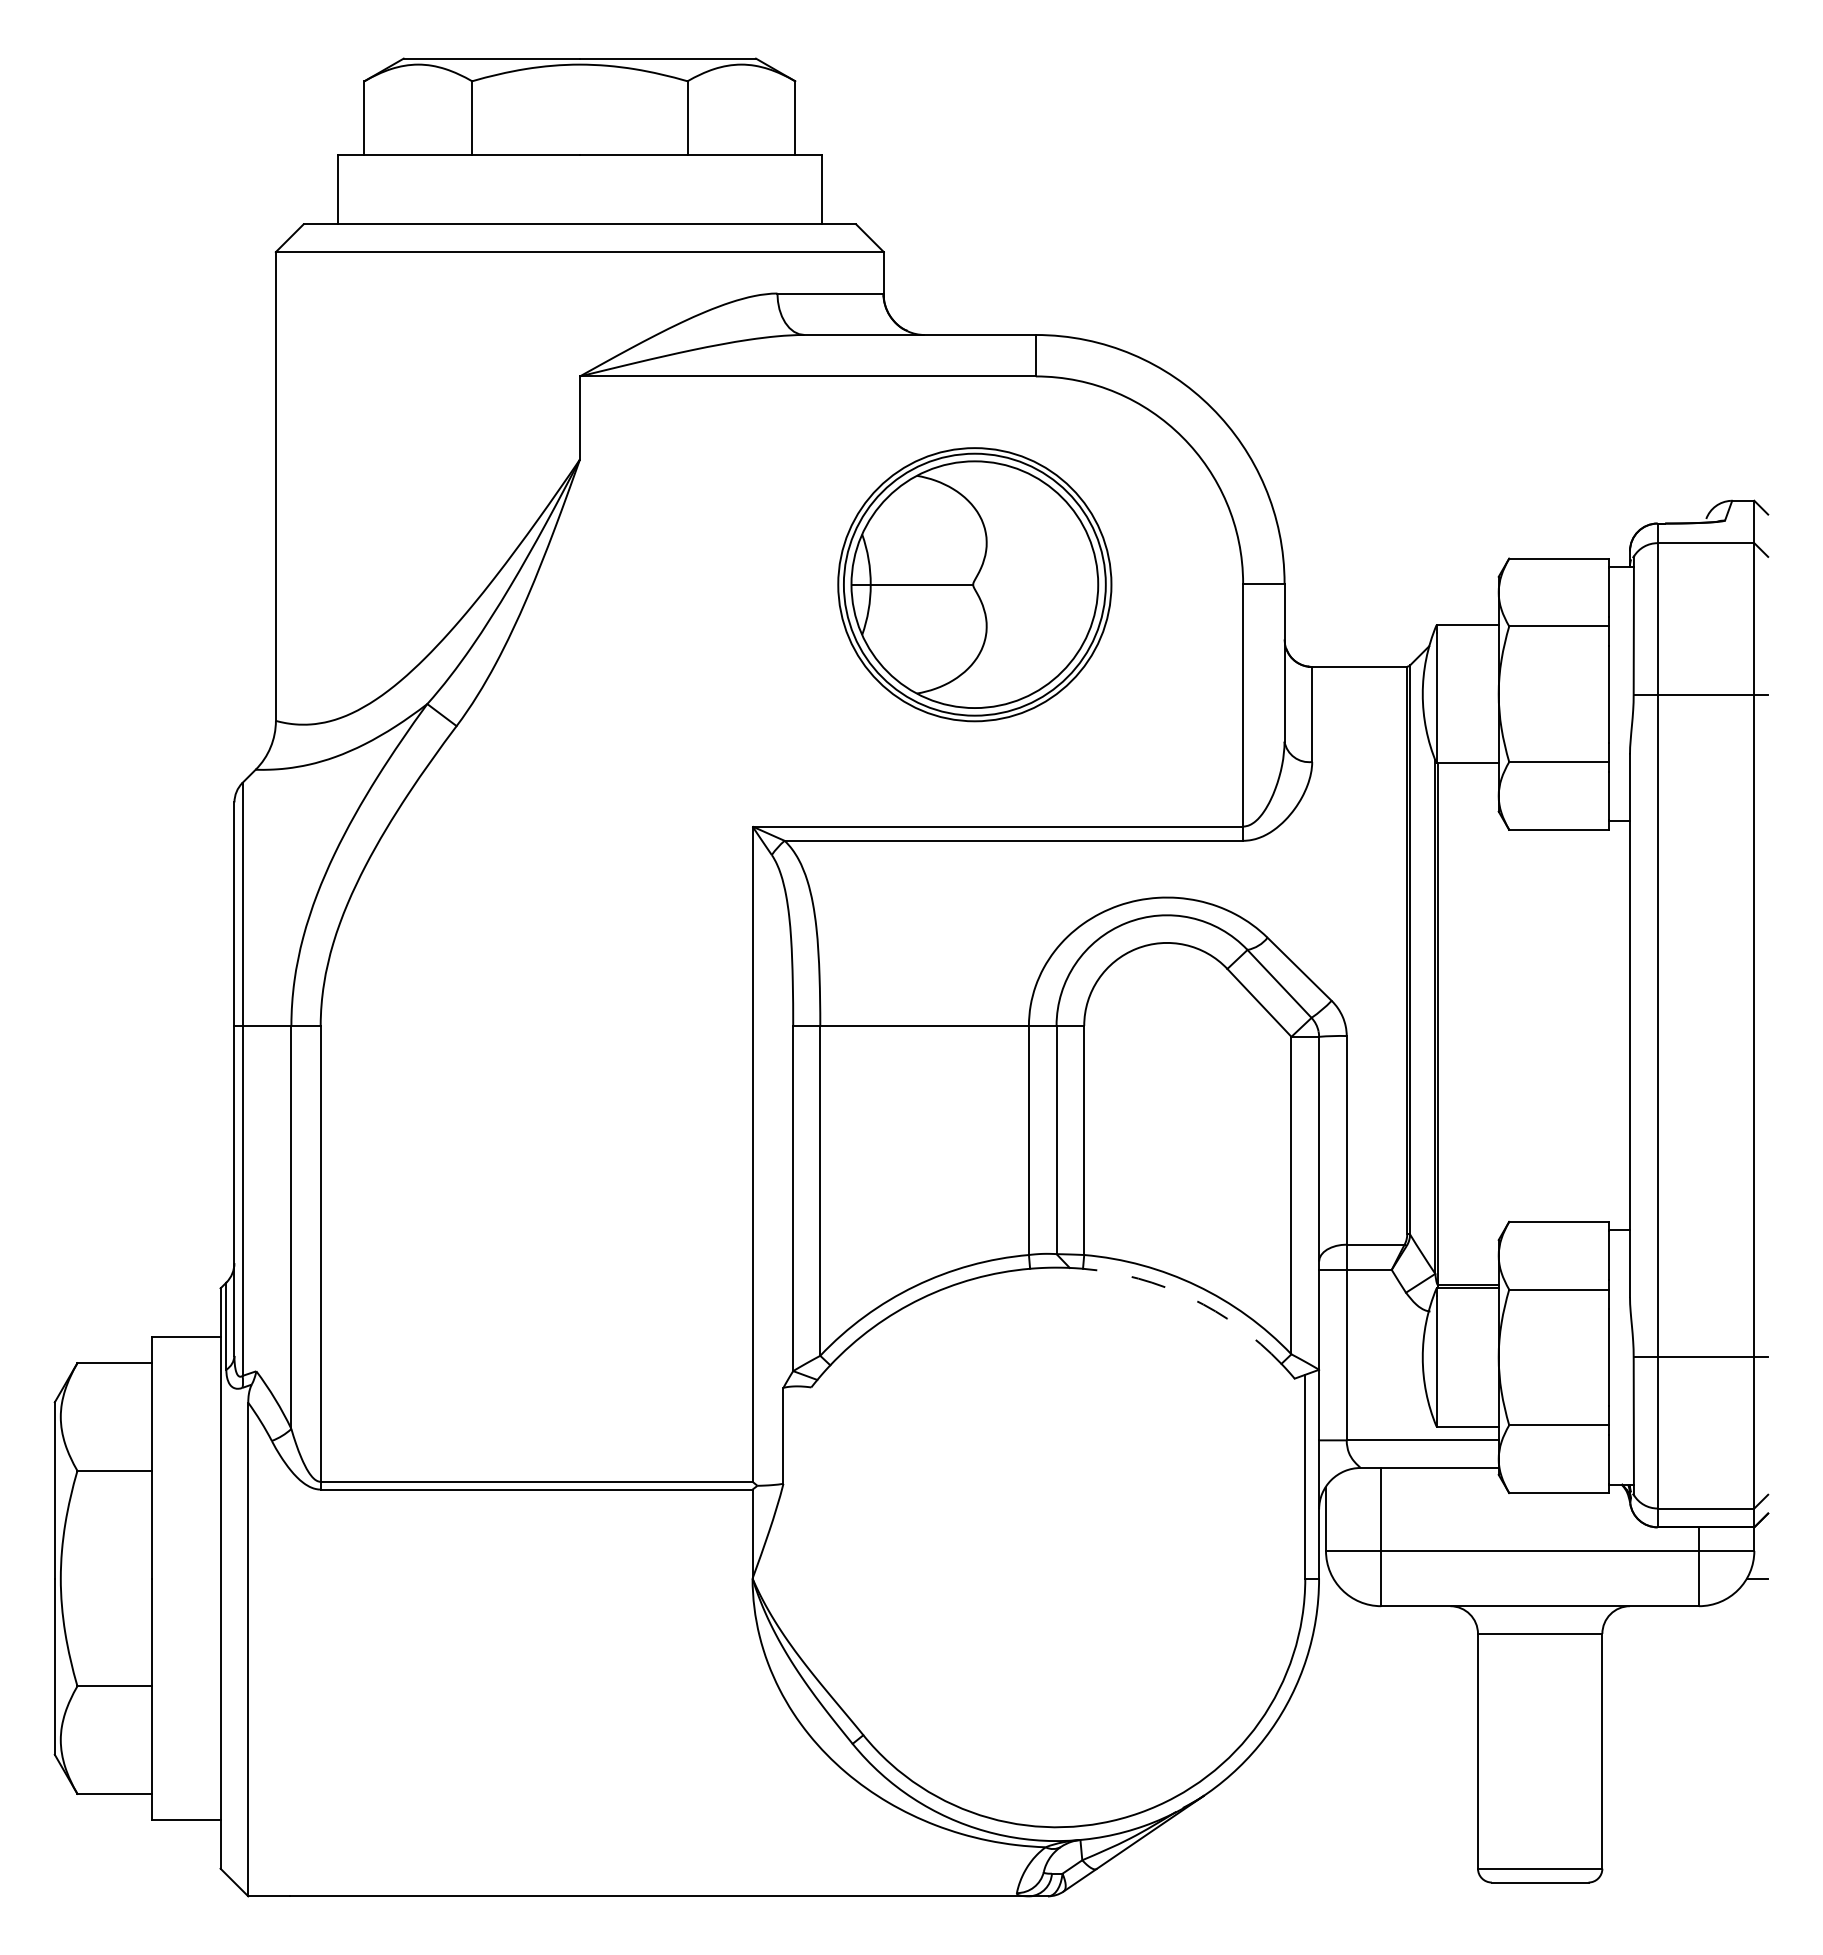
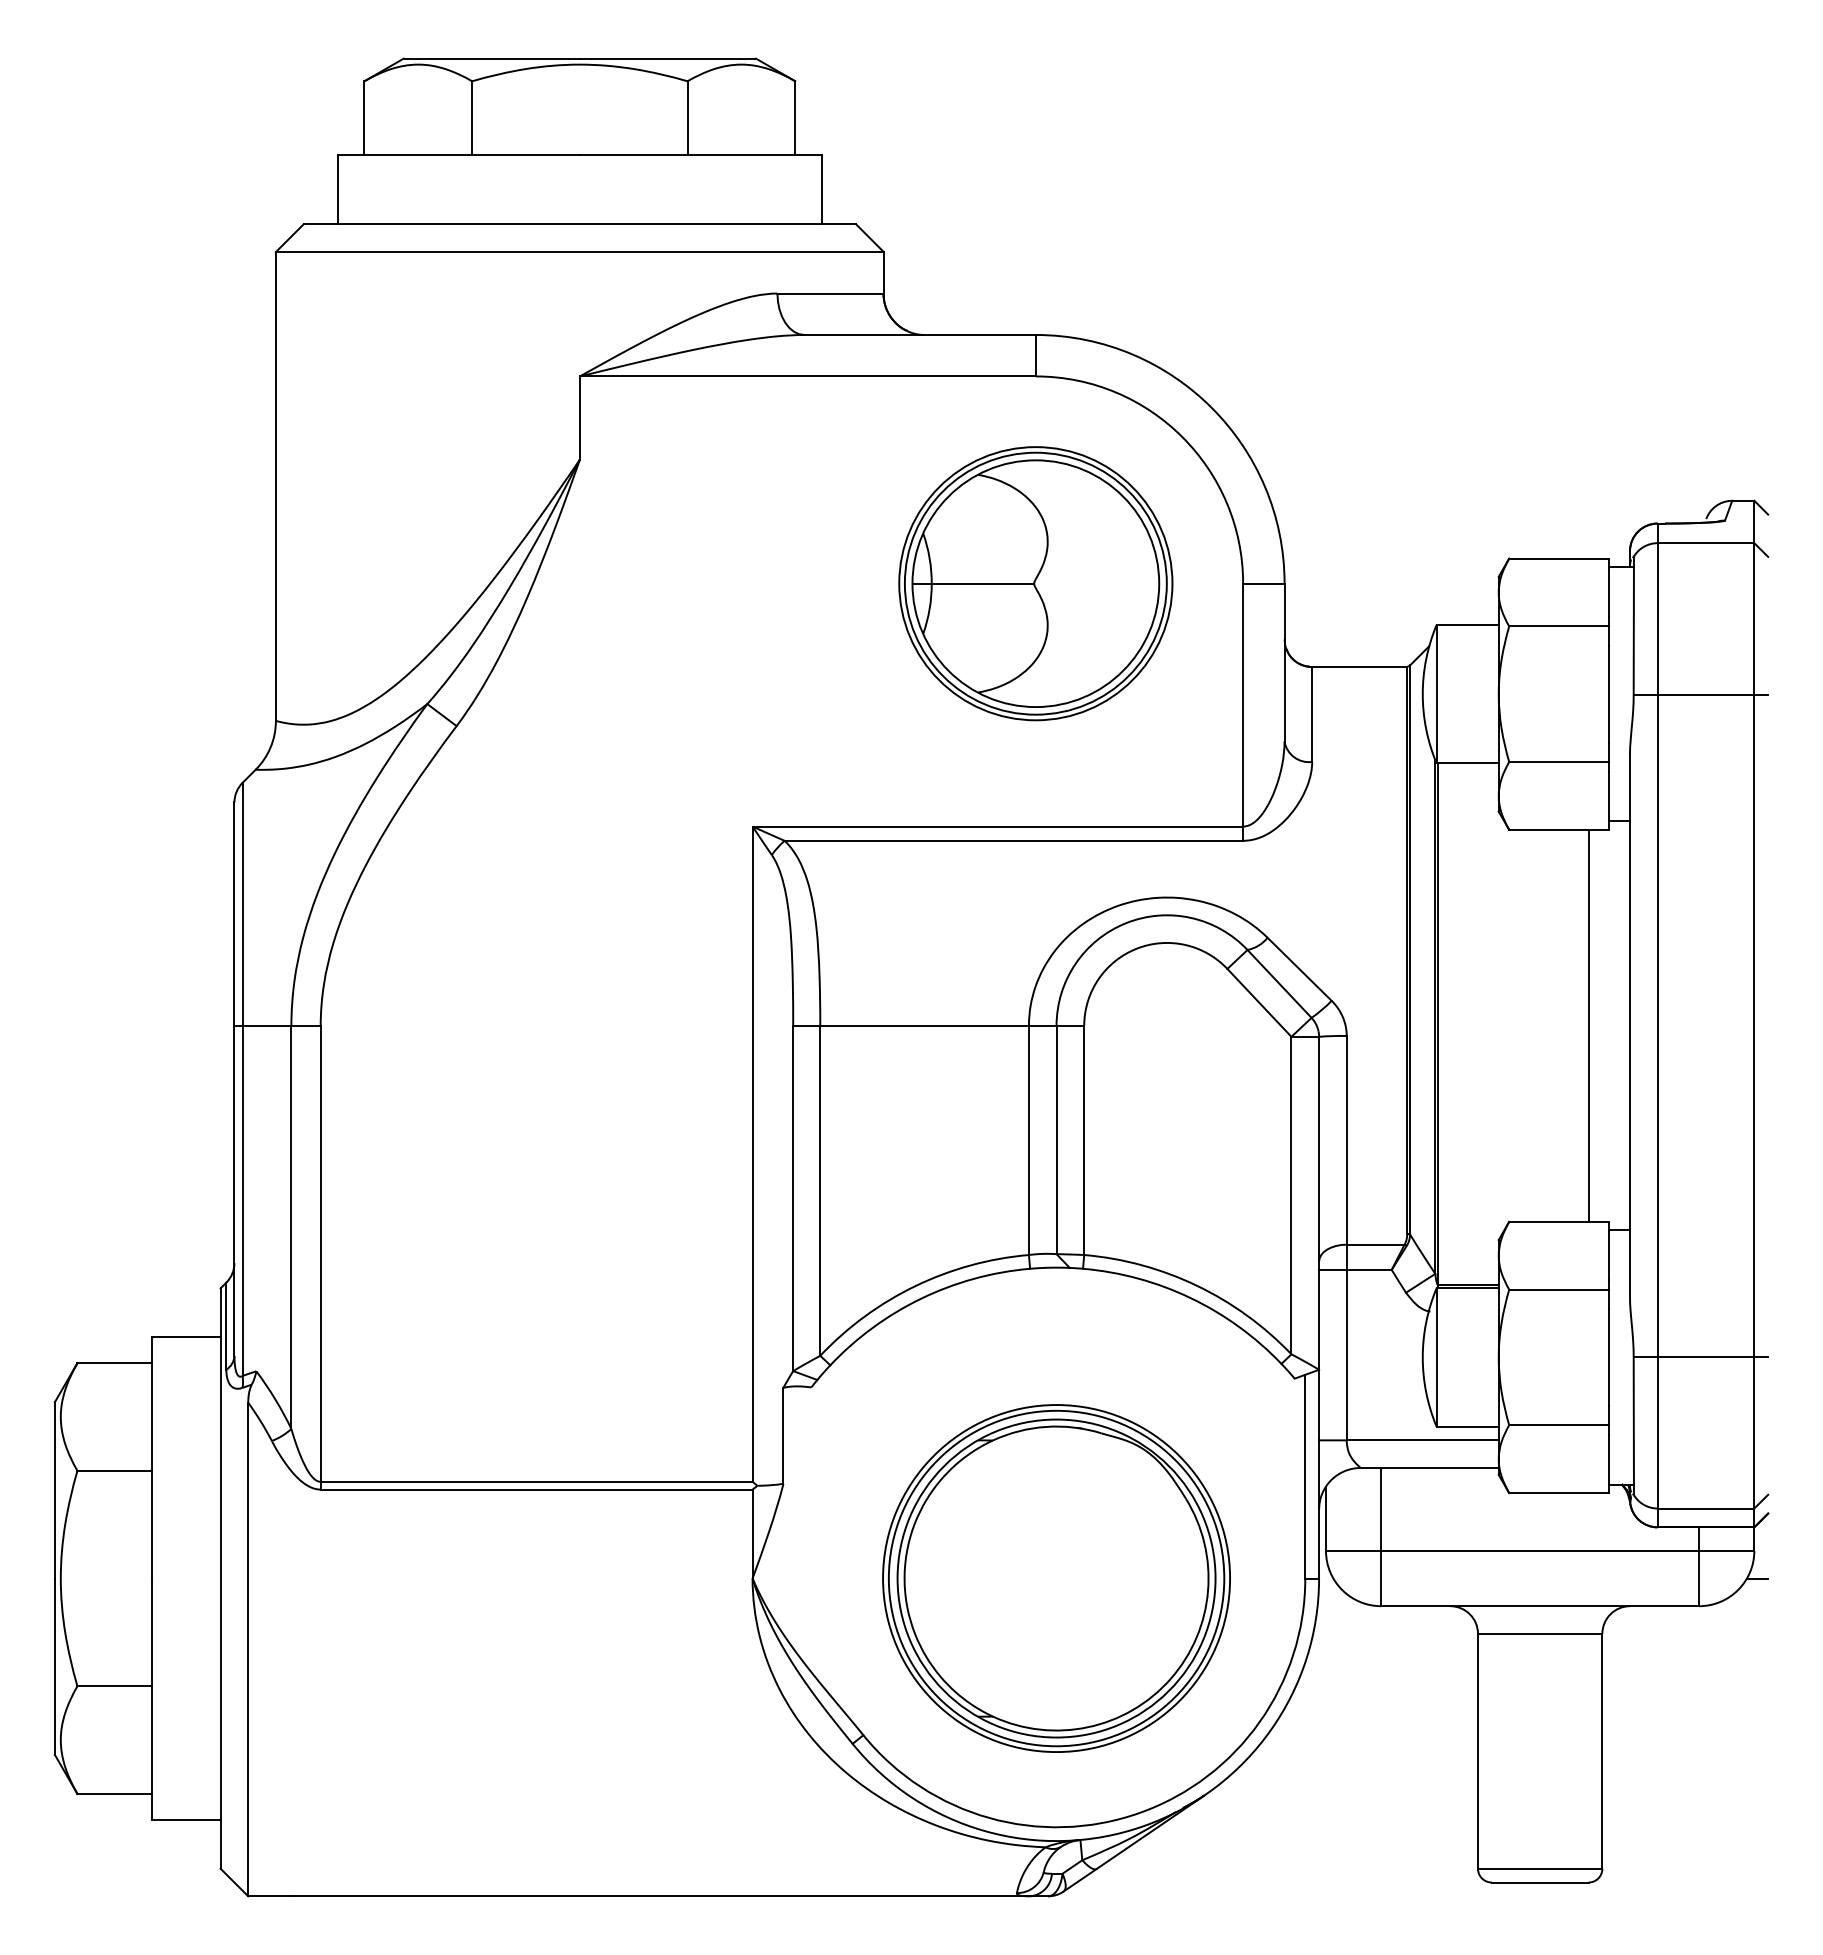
part at (974, 584) position: (974, 584) -> (1035, 583)
line at (1588, 1025): none -> present
arc at (1190, 1298): dashed -> solid
part at (1056, 1578): none -> present
